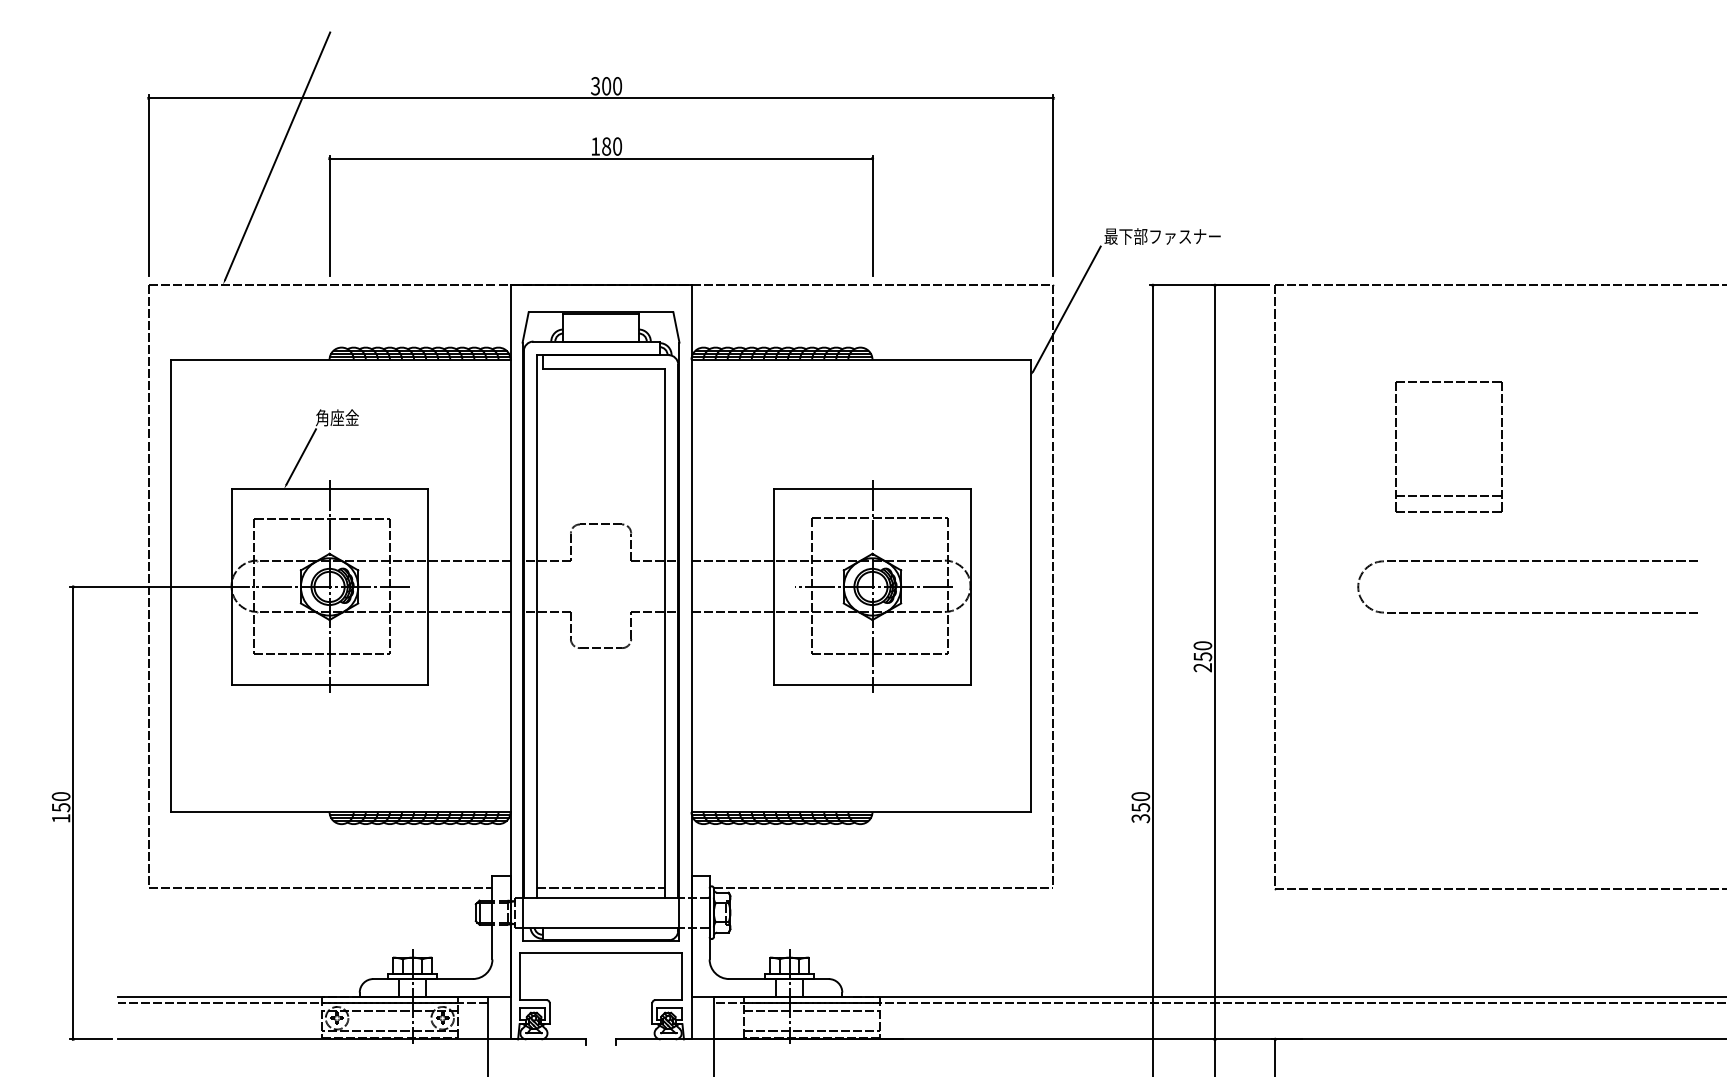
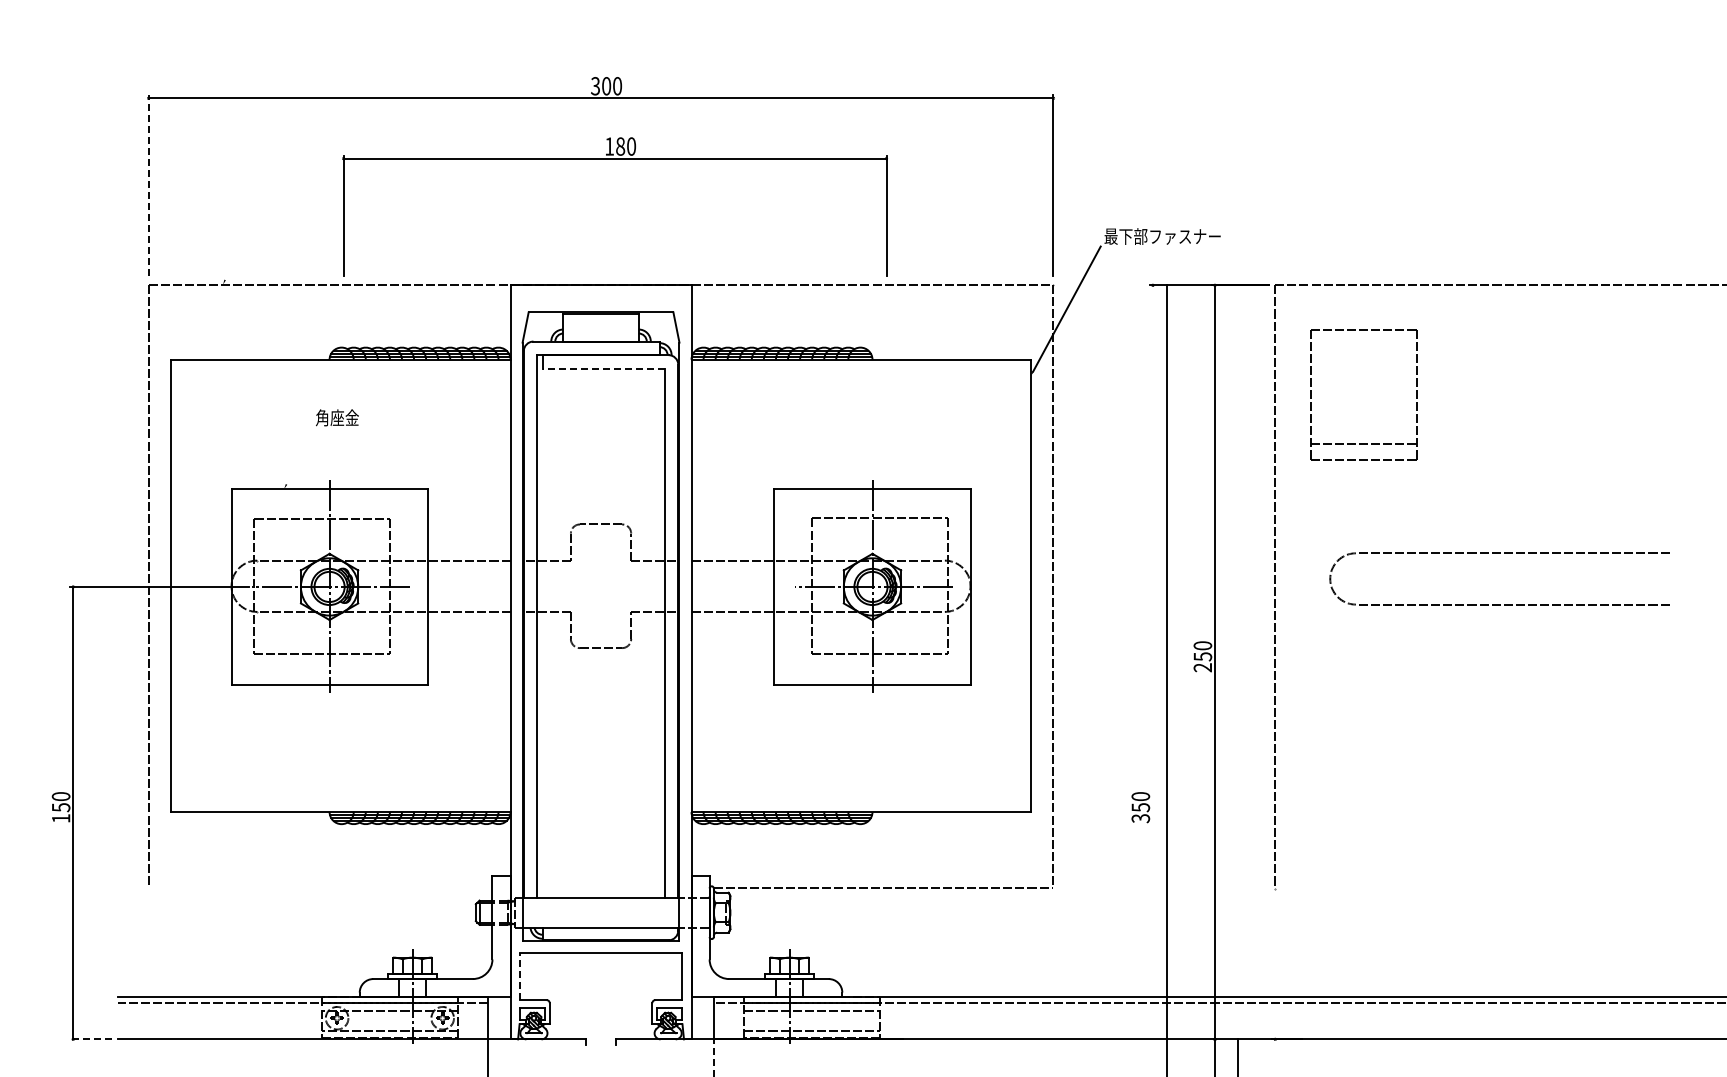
line at (277, 155): present -> none
part at (600, 159) position: (600, 159) -> (614, 159)
line at (148, 185): solid -> dashed
line at (603, 368): solid -> dashed
line at (301, 456): present -> none
part at (1448, 495) position: (1448, 495) -> (1363, 443)
part at (1527, 561) position: (1527, 561) -> (1499, 553)
line at (1152, 679) position: (1152, 679) -> (1166, 679)
line at (320, 887): present -> none
line at (600, 887): present -> none
line at (1499, 888): present -> none
line at (519, 976): solid -> dashed
line at (90, 1039): solid -> dashed
line at (1275, 1056) position: (1275, 1056) -> (1238, 1056)
line at (714, 1057): solid -> dashed
